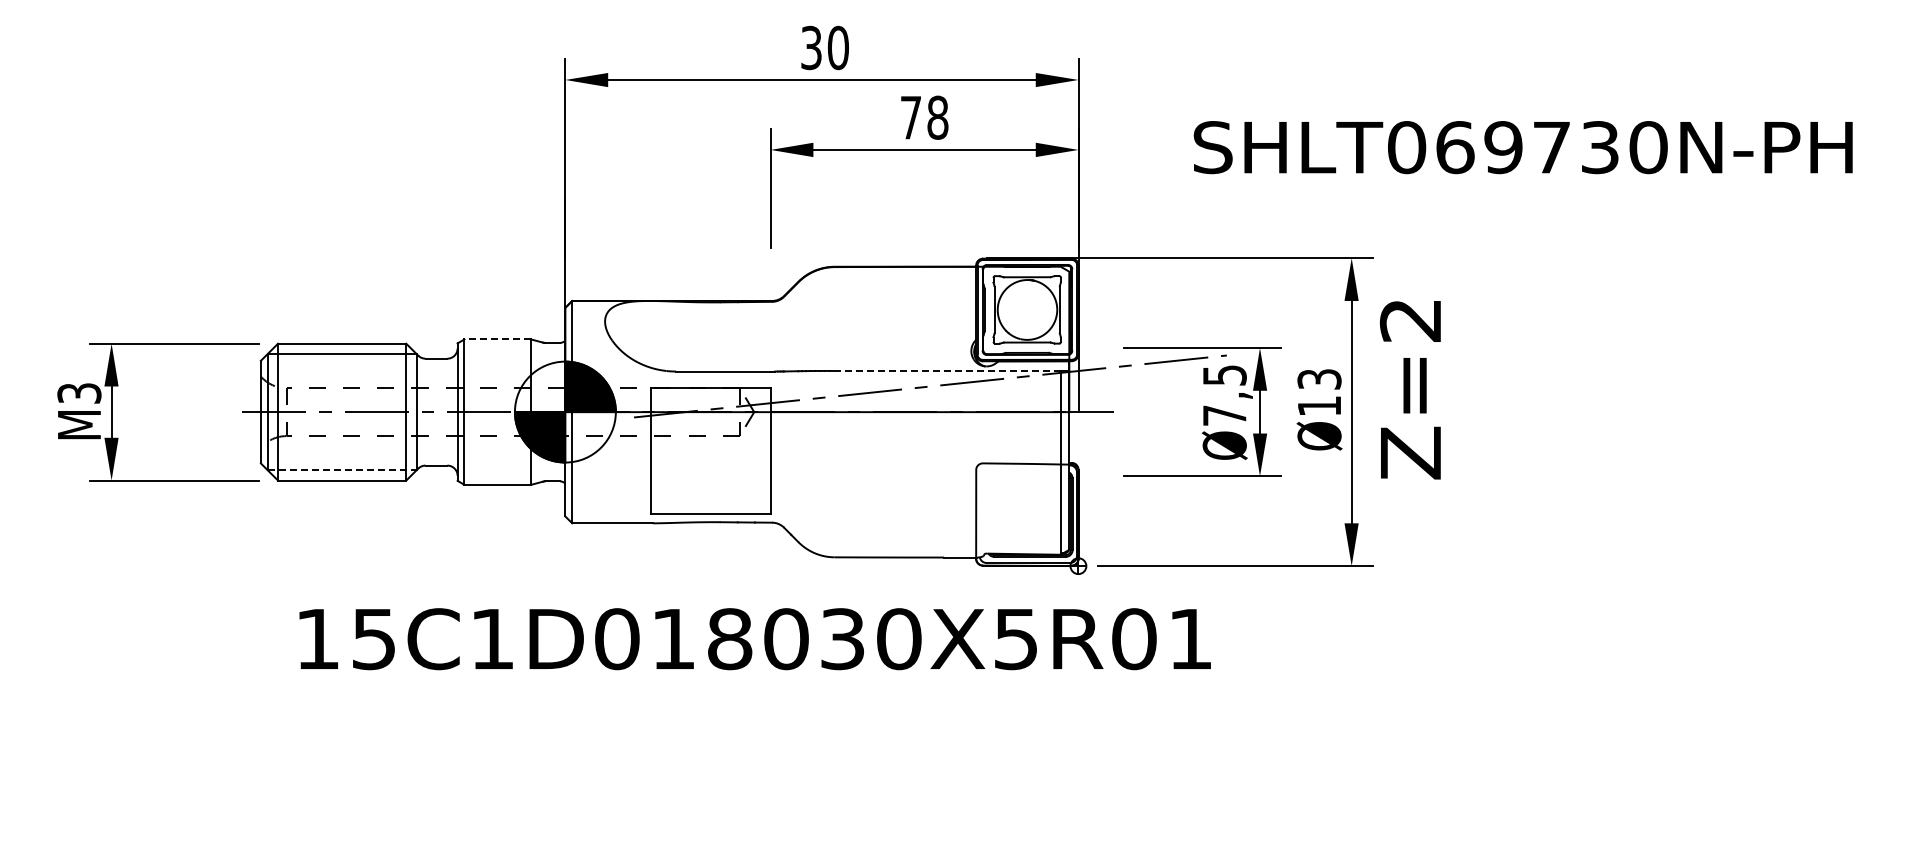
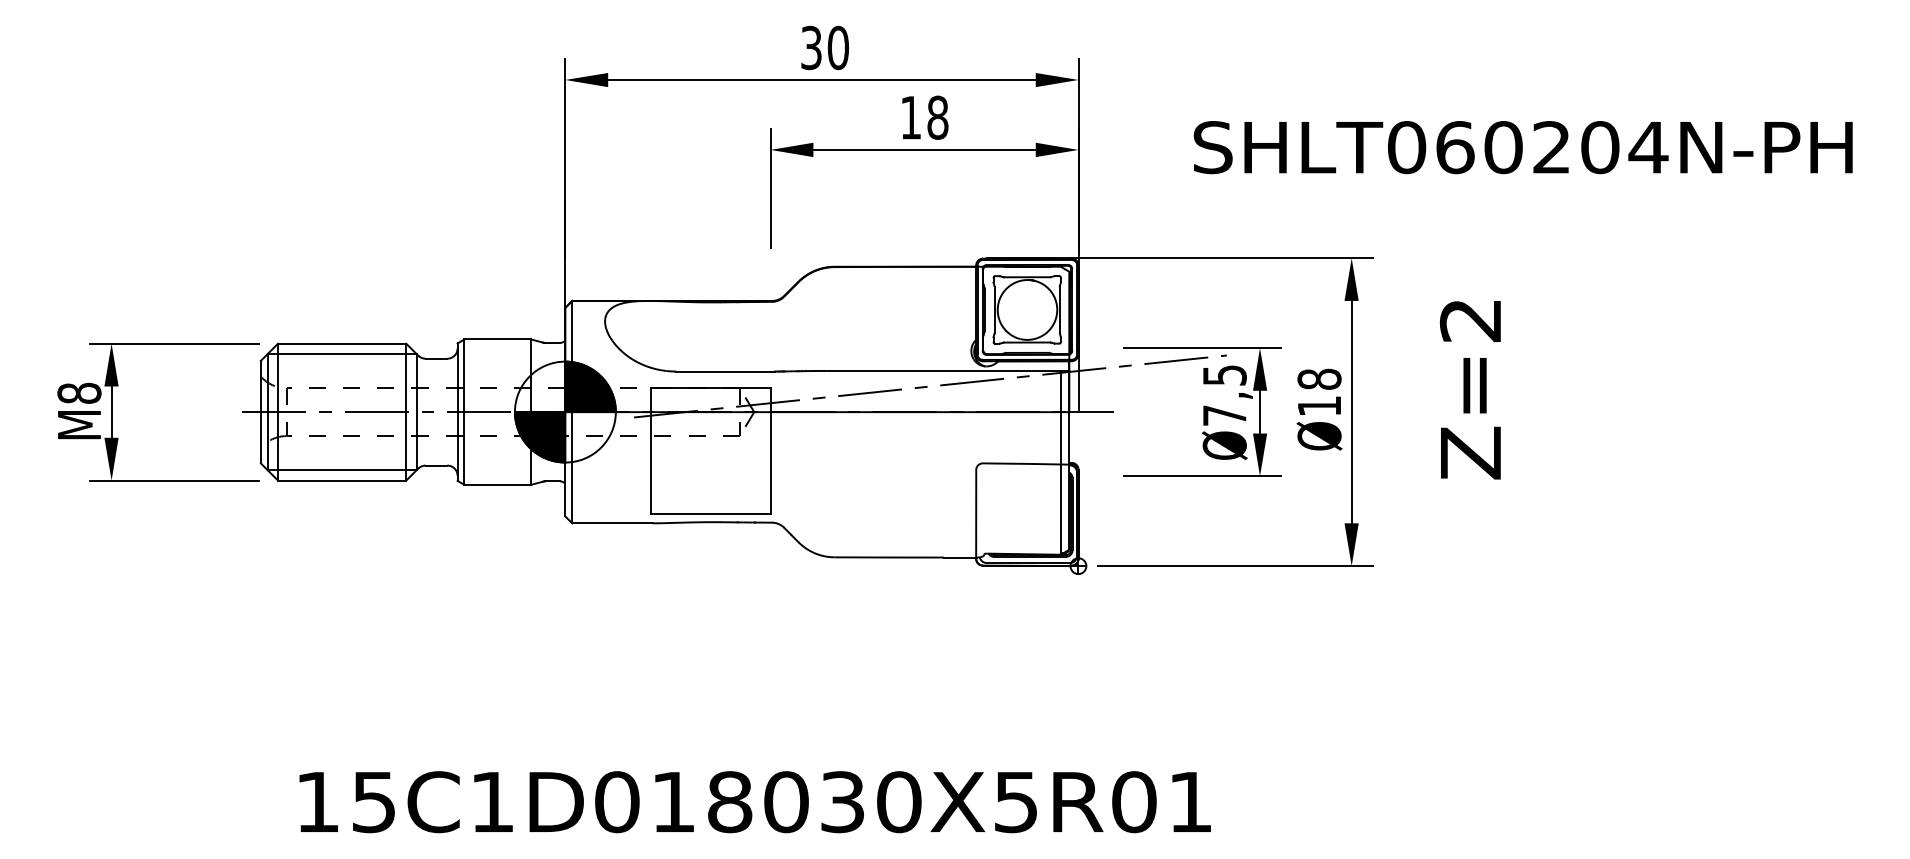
text at (910, 117): 78 -> 18
text at (1576, 147): SHLT069730N-PH -> SHLT060204N-PH
line at (497, 339): dashed -> solid
line at (947, 370): dashed -> solid
text at (1319, 378): Ø13 -> Ø18
text at (1409, 390) position: (1409, 390) -> (1469, 390)
text at (79, 392): M3 -> M8
line at (342, 470): dashed -> solid
text at (754, 639) position: (754, 639) -> (754, 802)
